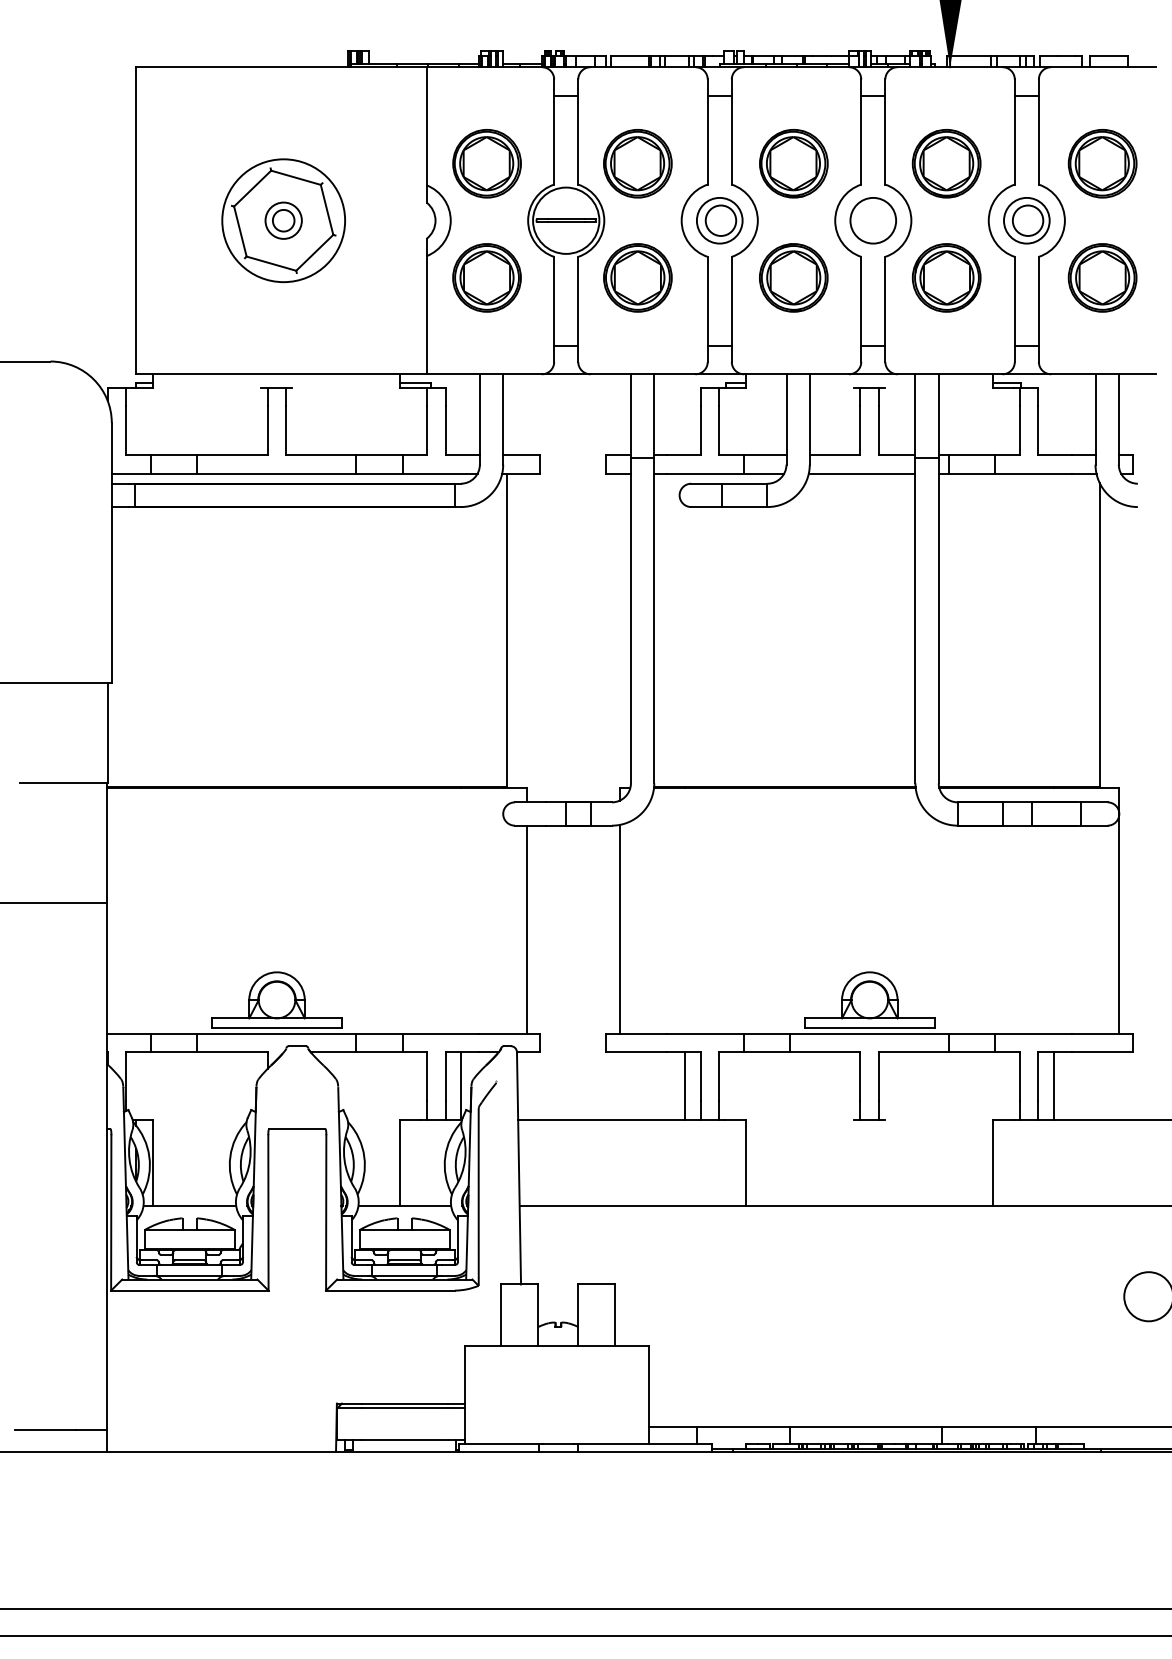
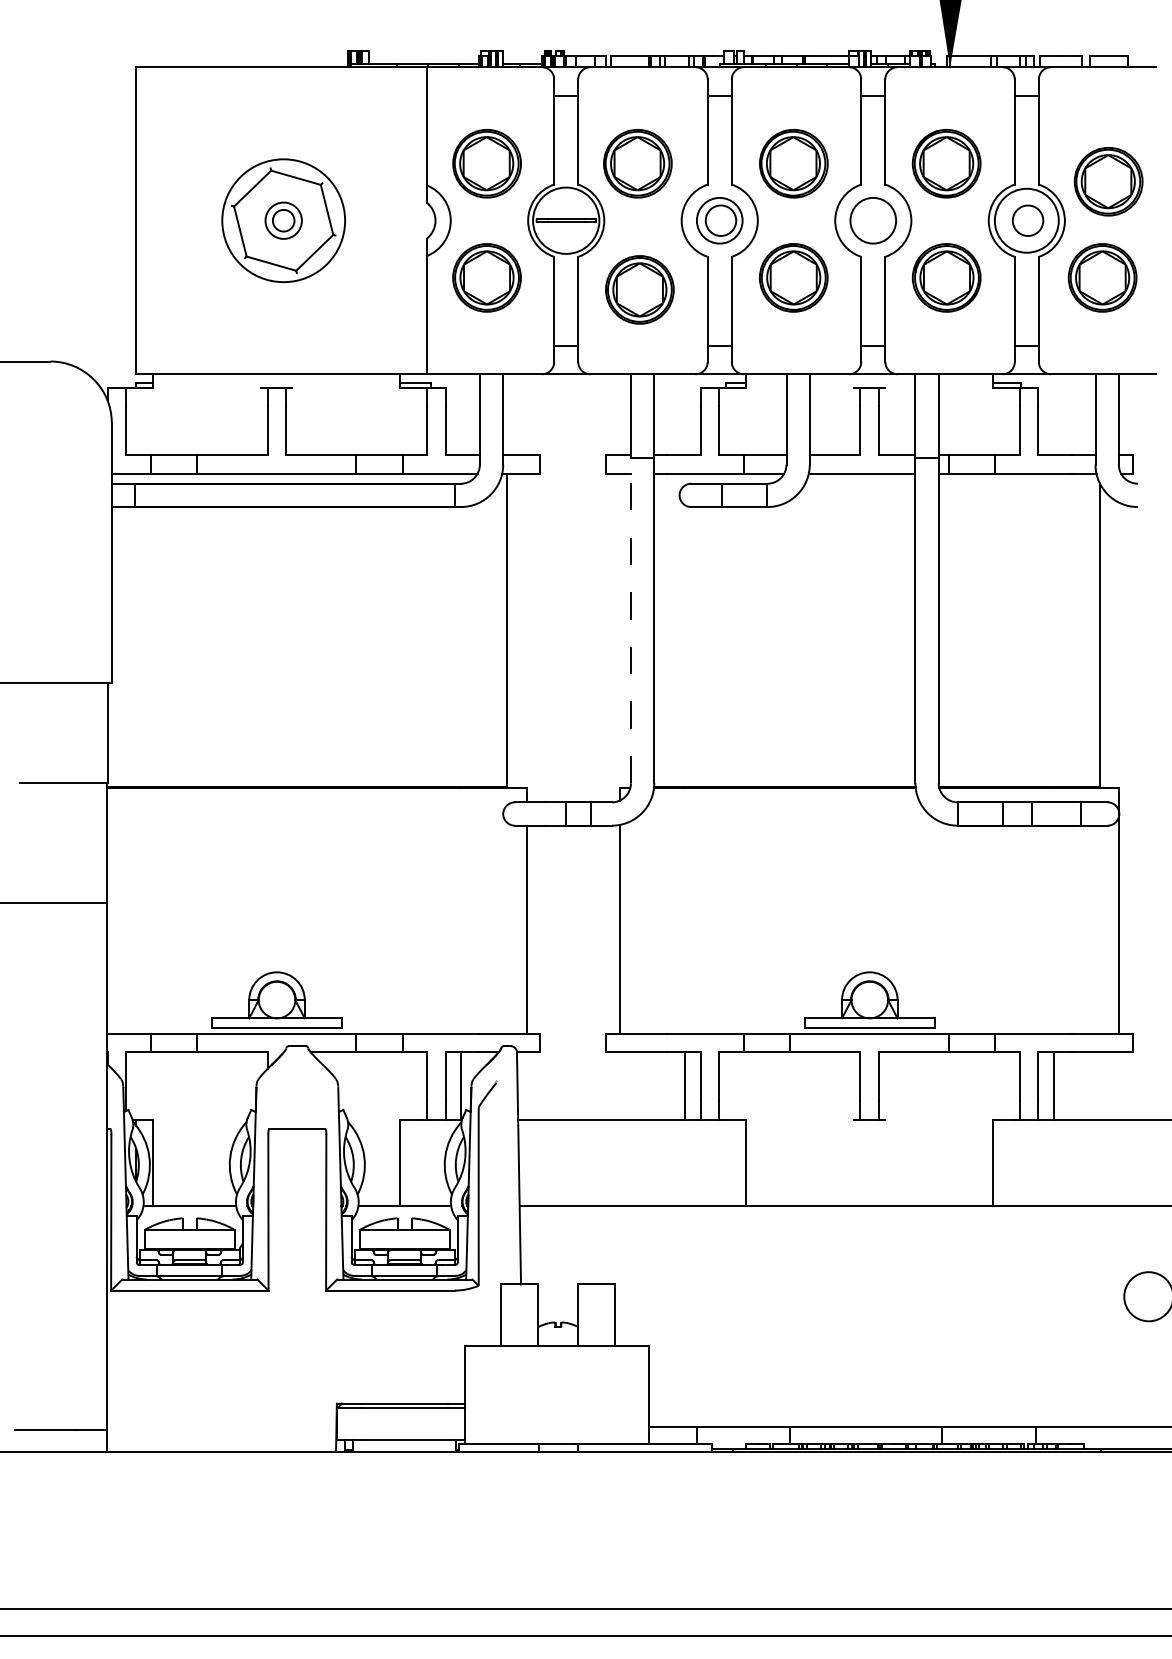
part at (1102, 163) position: (1102, 163) -> (1108, 181)
circle at (1026, 220) diameter: 46 px -> 64 px
part at (637, 277) position: (637, 277) -> (639, 289)
line at (631, 620): solid -> dashed
